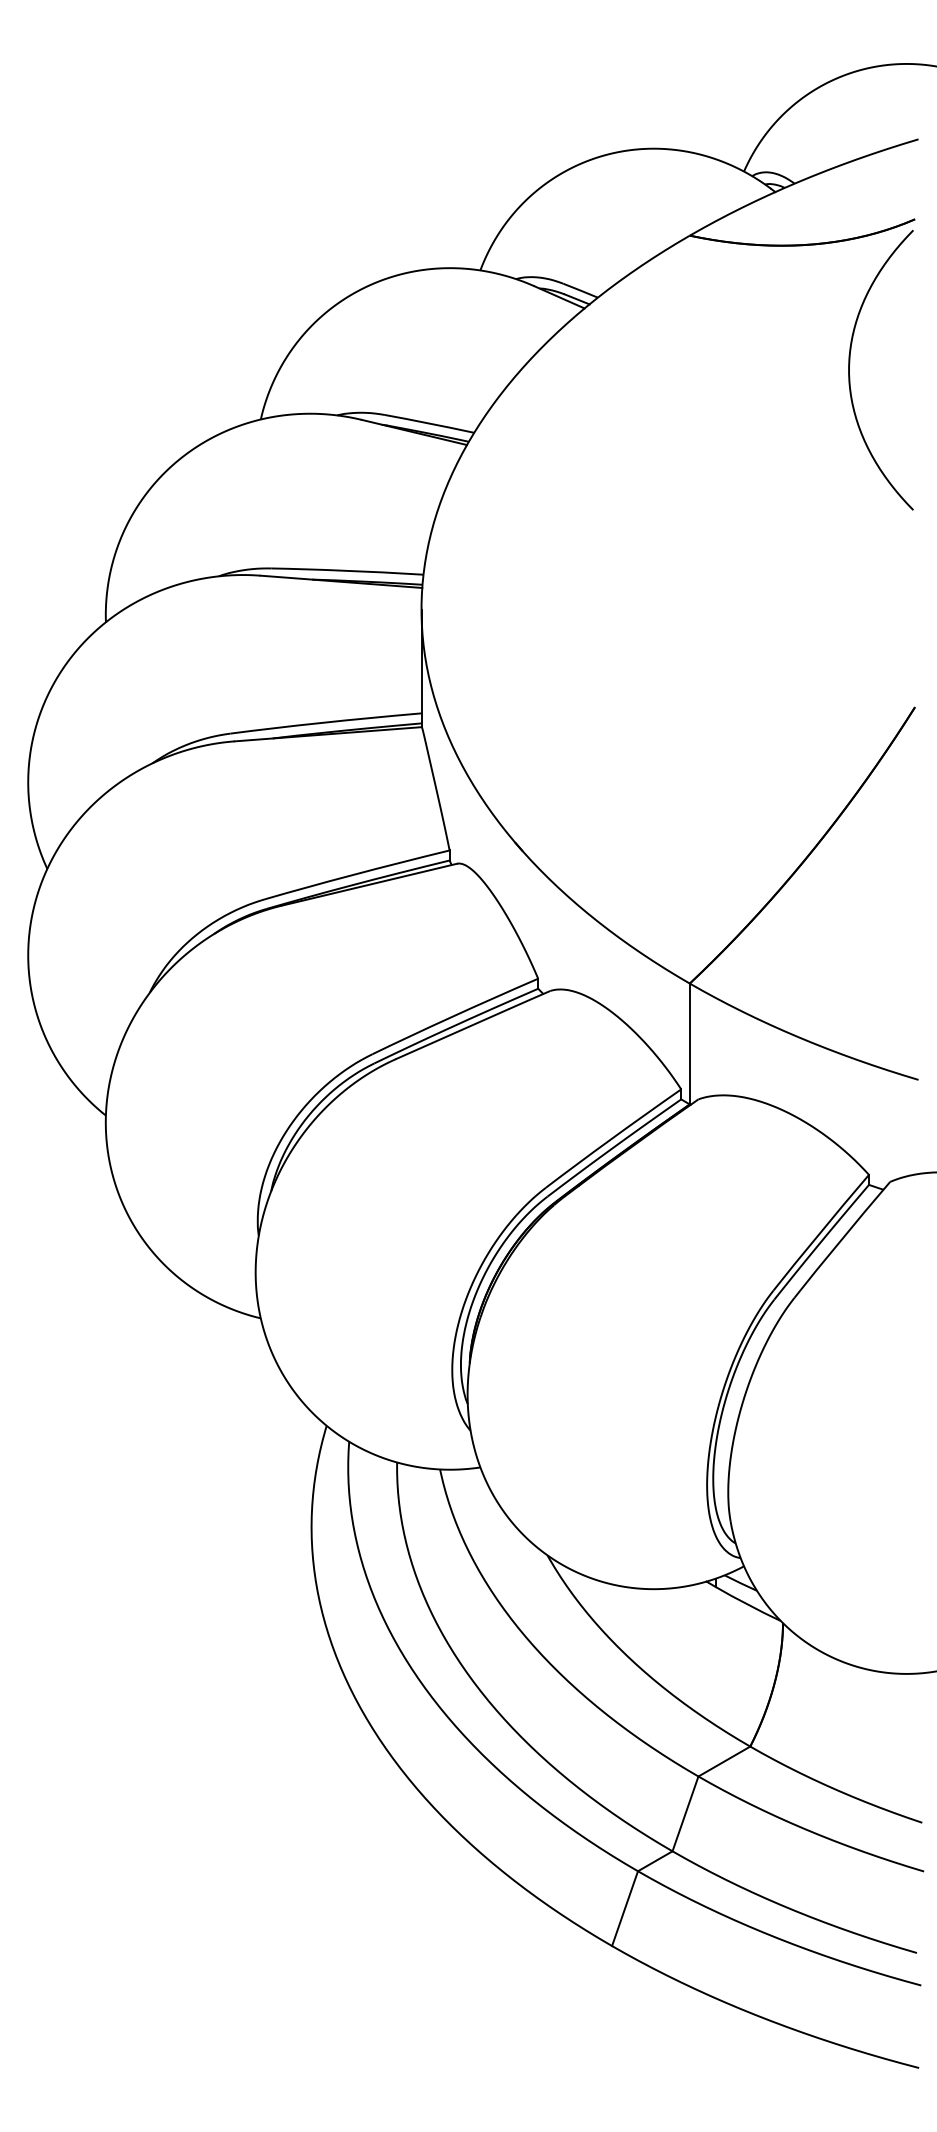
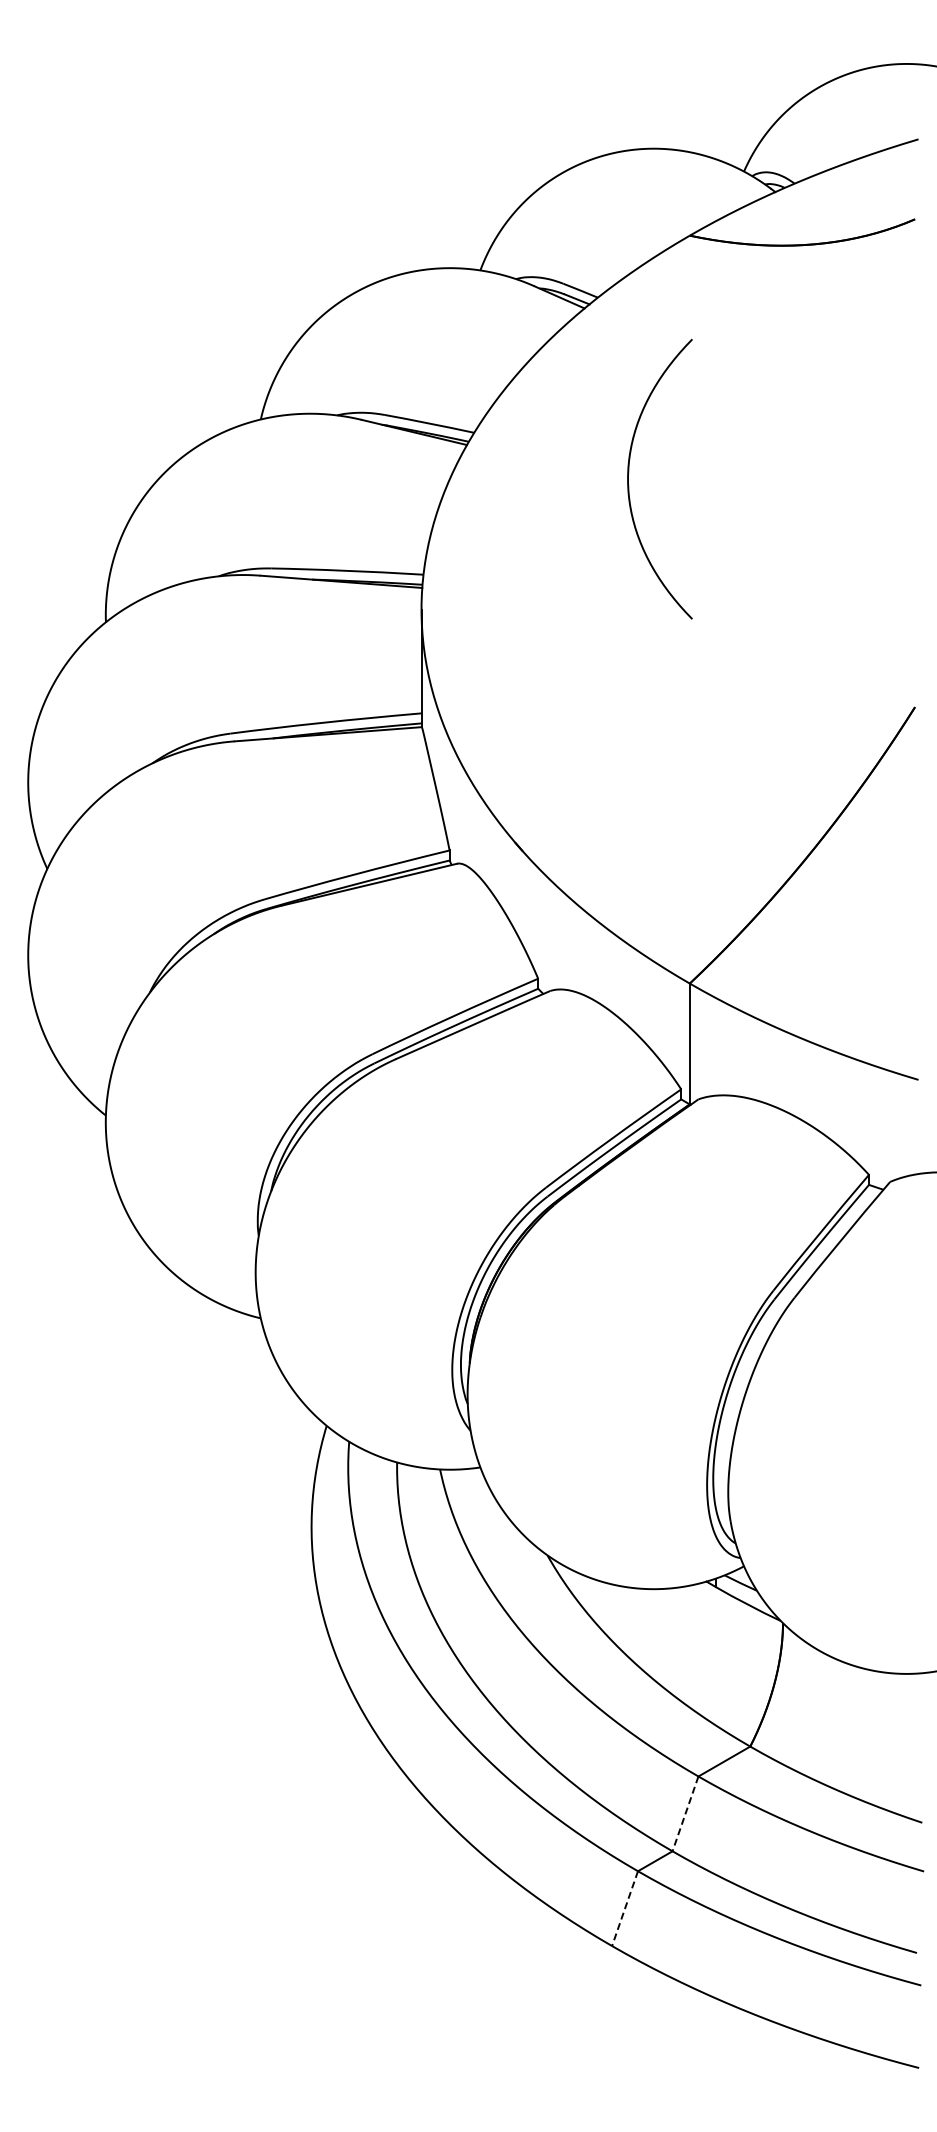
curve at (850, 364) position: (850, 364) -> (629, 473)
line at (685, 1813): solid -> dashed
line at (625, 1908): solid -> dashed
